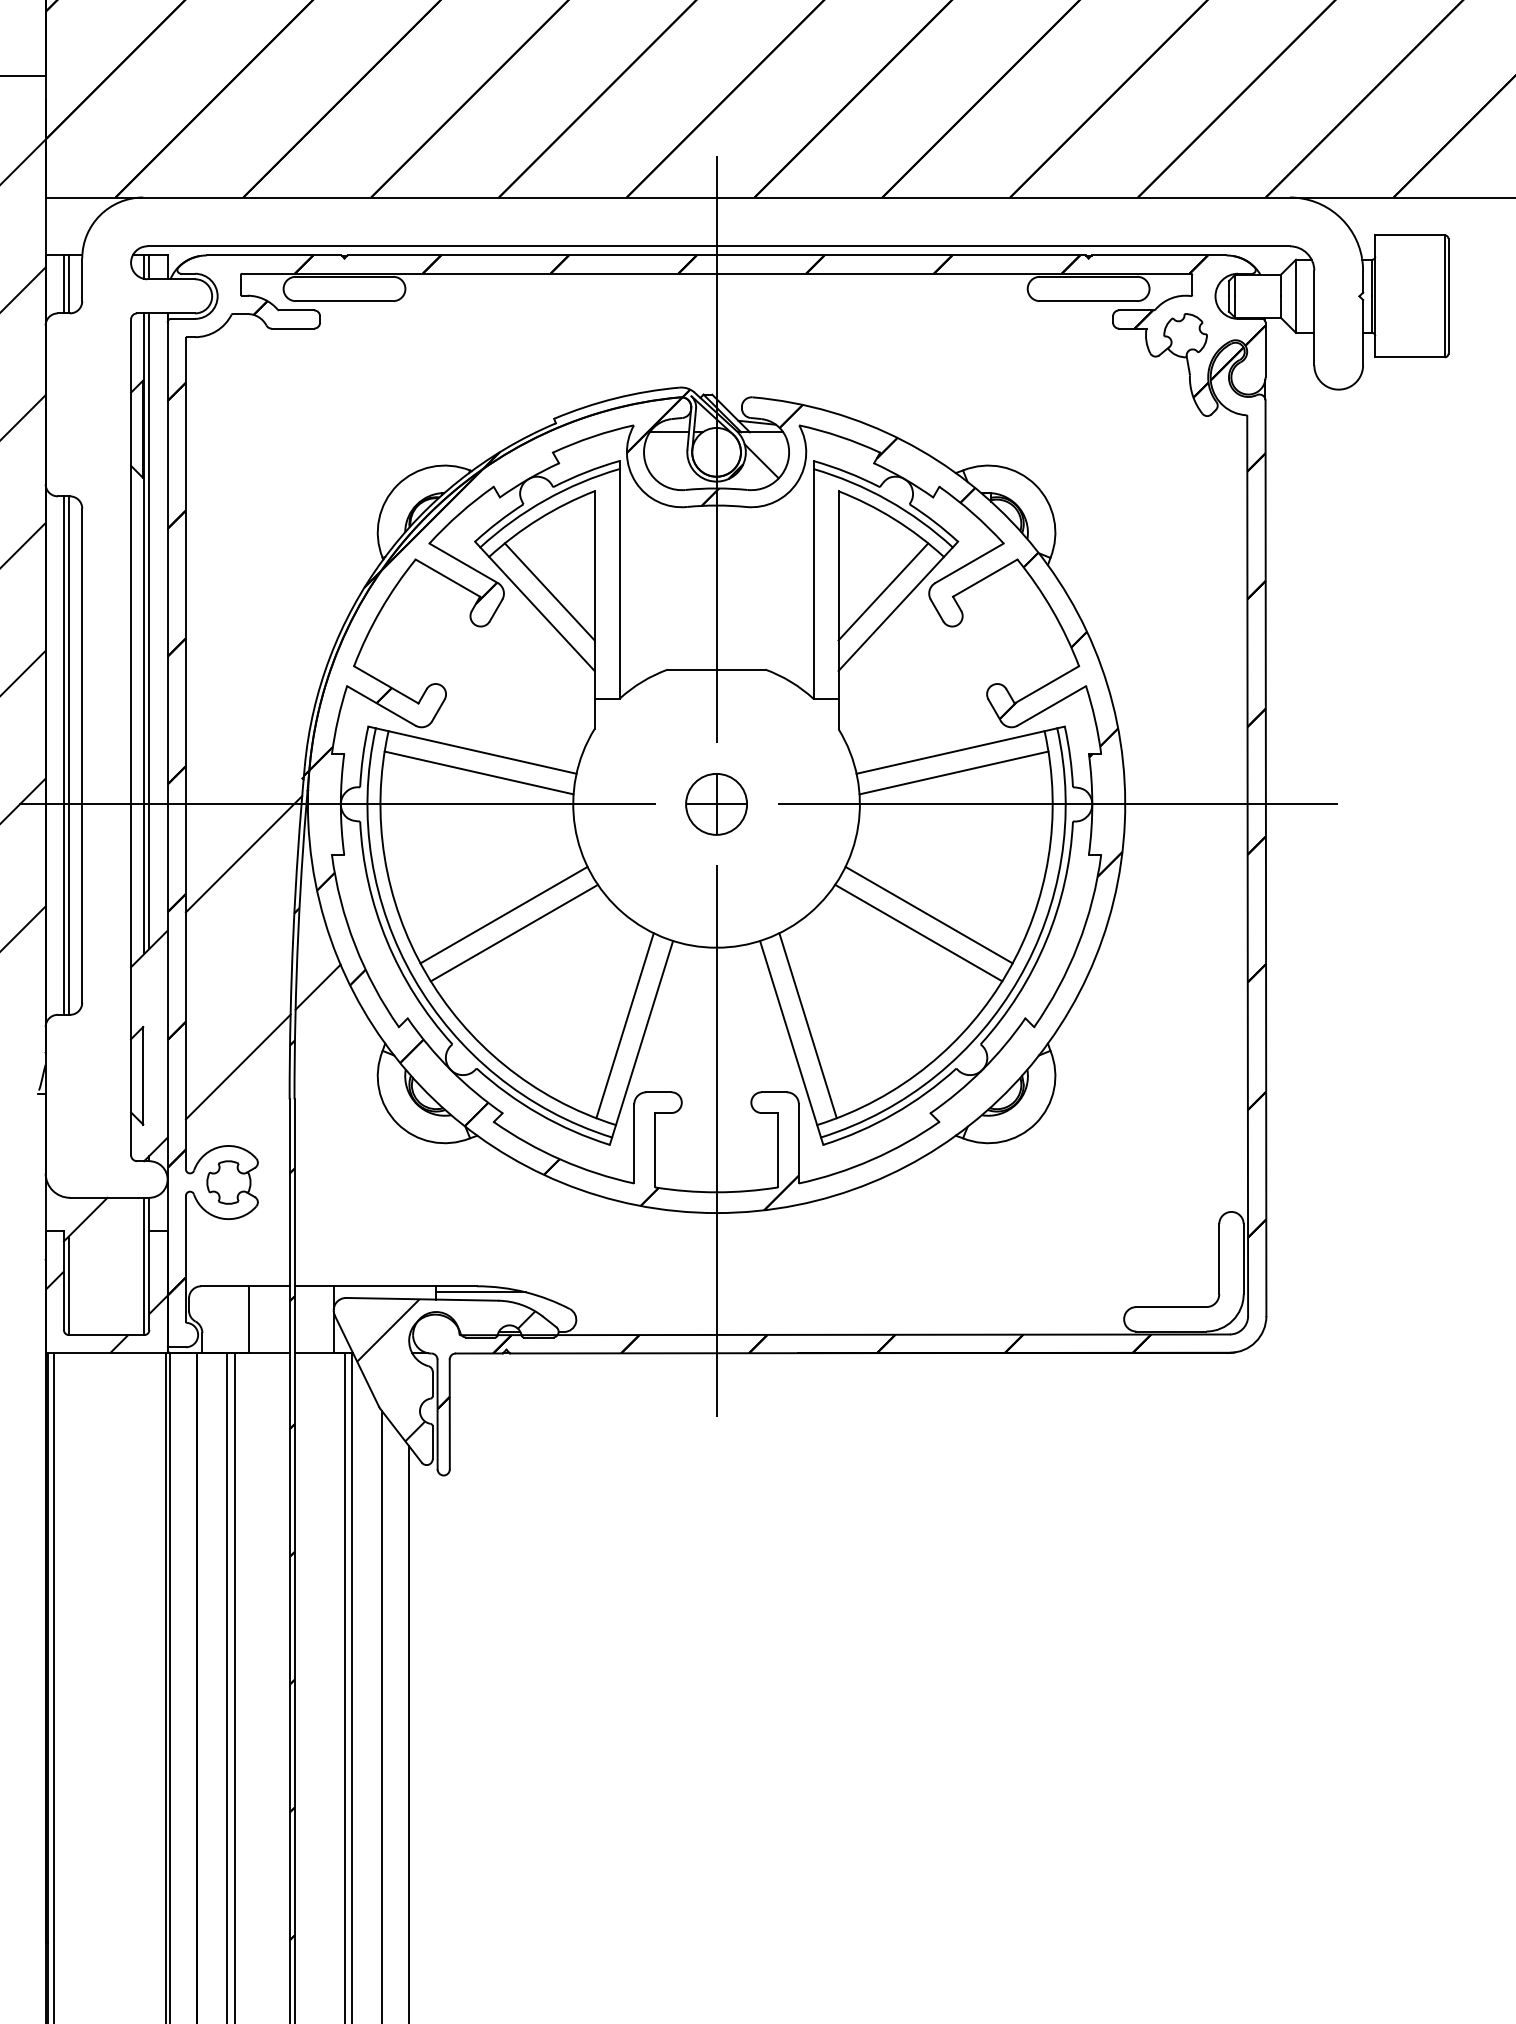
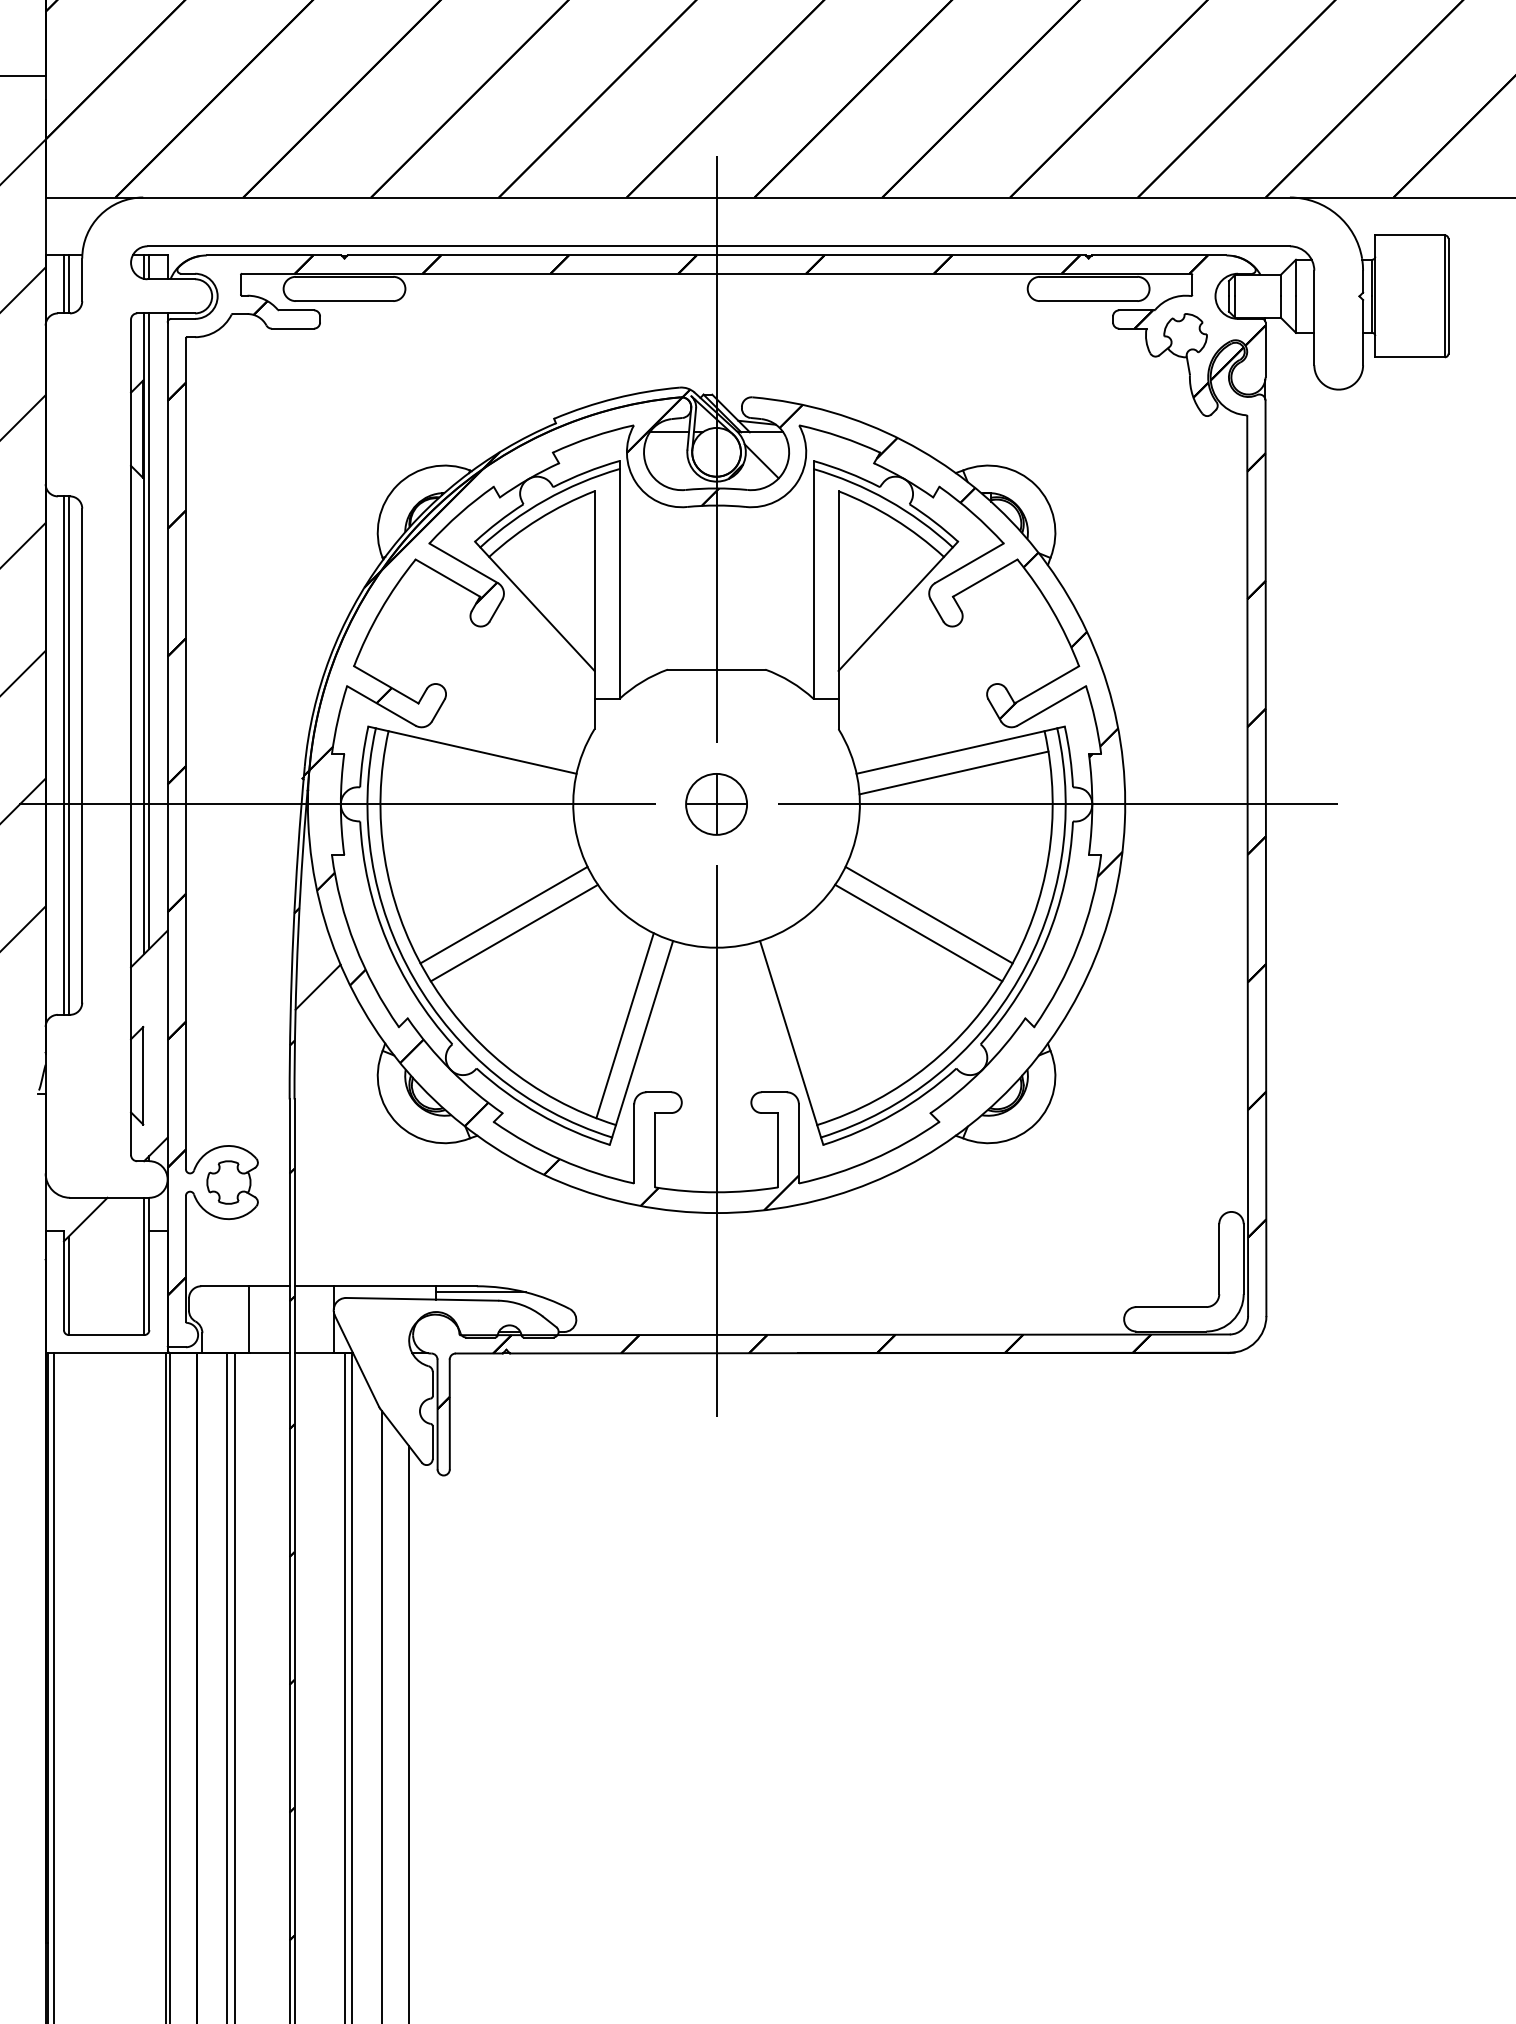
line at (549, 591): present -> none
line at (883, 591): present -> none
line at (478, 772): present -> none
line at (243, 854): present -> none
line at (807, 1025): present -> none
line at (237, 1066): present -> none
hatch at (106, 1312): present -> none
hatch at (446, 1370): present -> none
